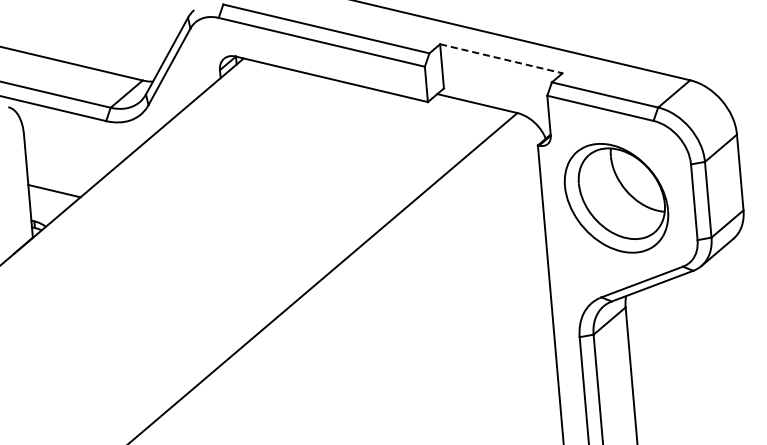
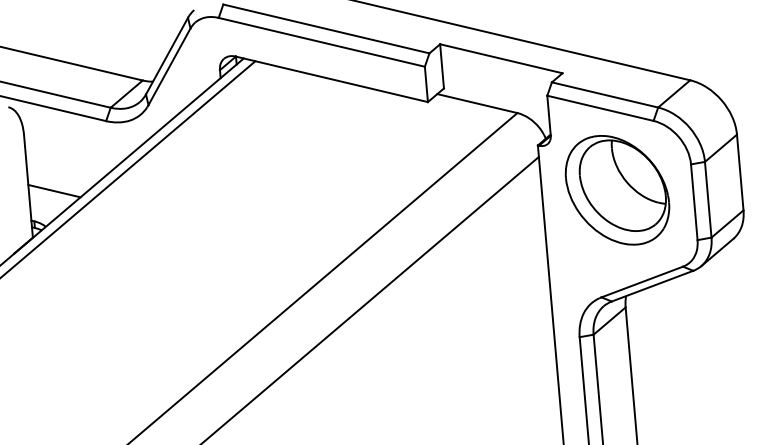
line at (501, 58): dashed -> solid
line at (128, 168): none -> present
part at (616, 198) position: (616, 198) -> (617, 190)
line at (371, 298): none -> present
